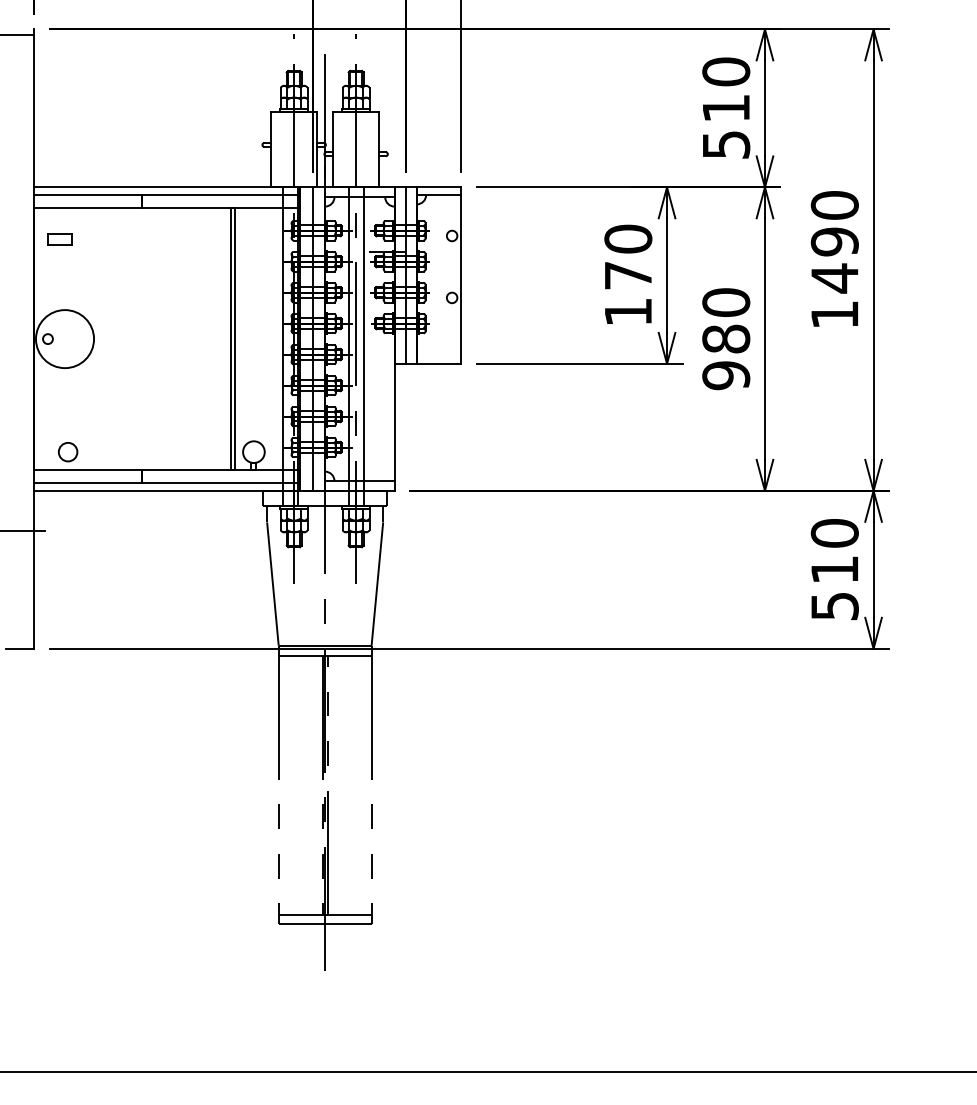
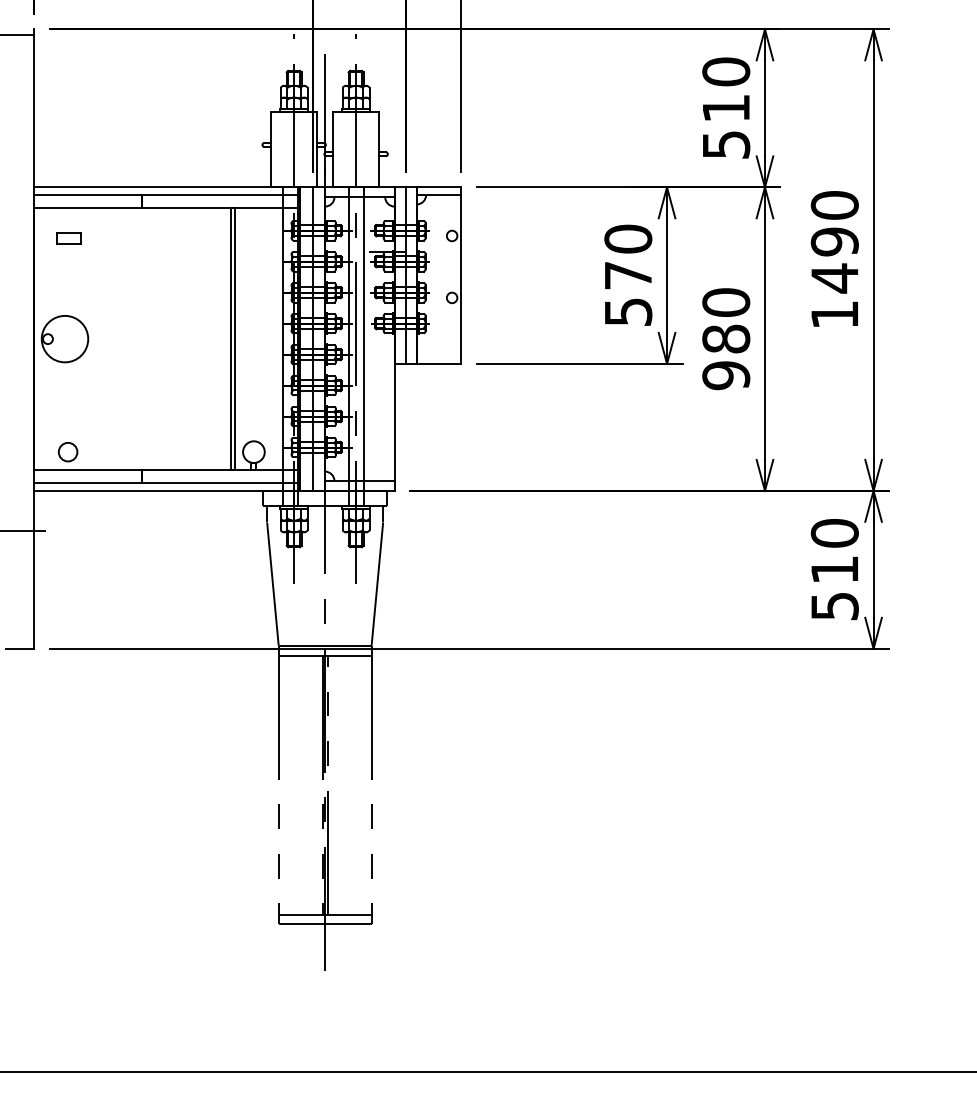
part at (59, 239) position: (59, 239) -> (68, 238)
text at (628, 311): 170 -> 570
circle at (64, 339) diameter: 58 px -> 46 px
